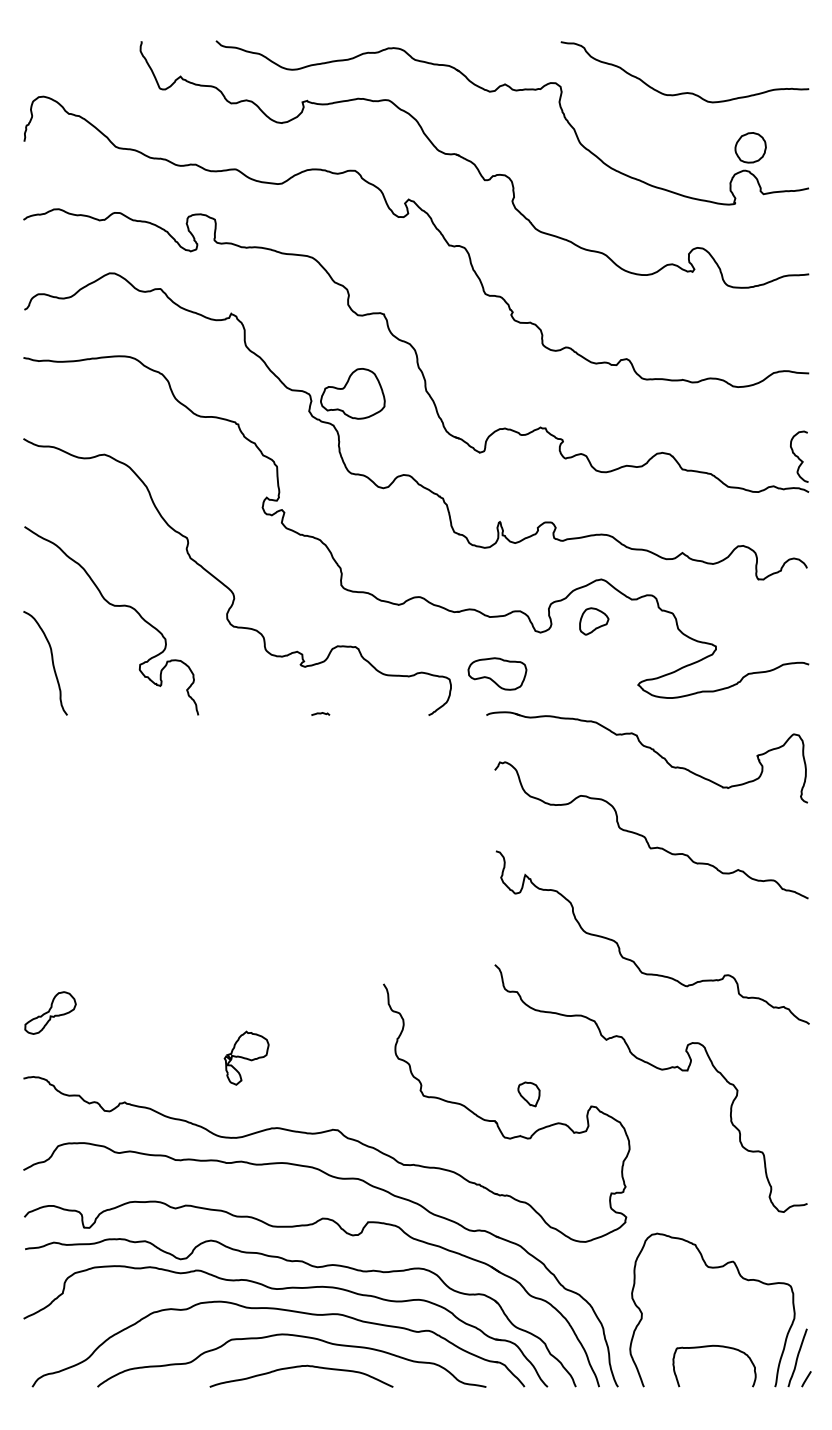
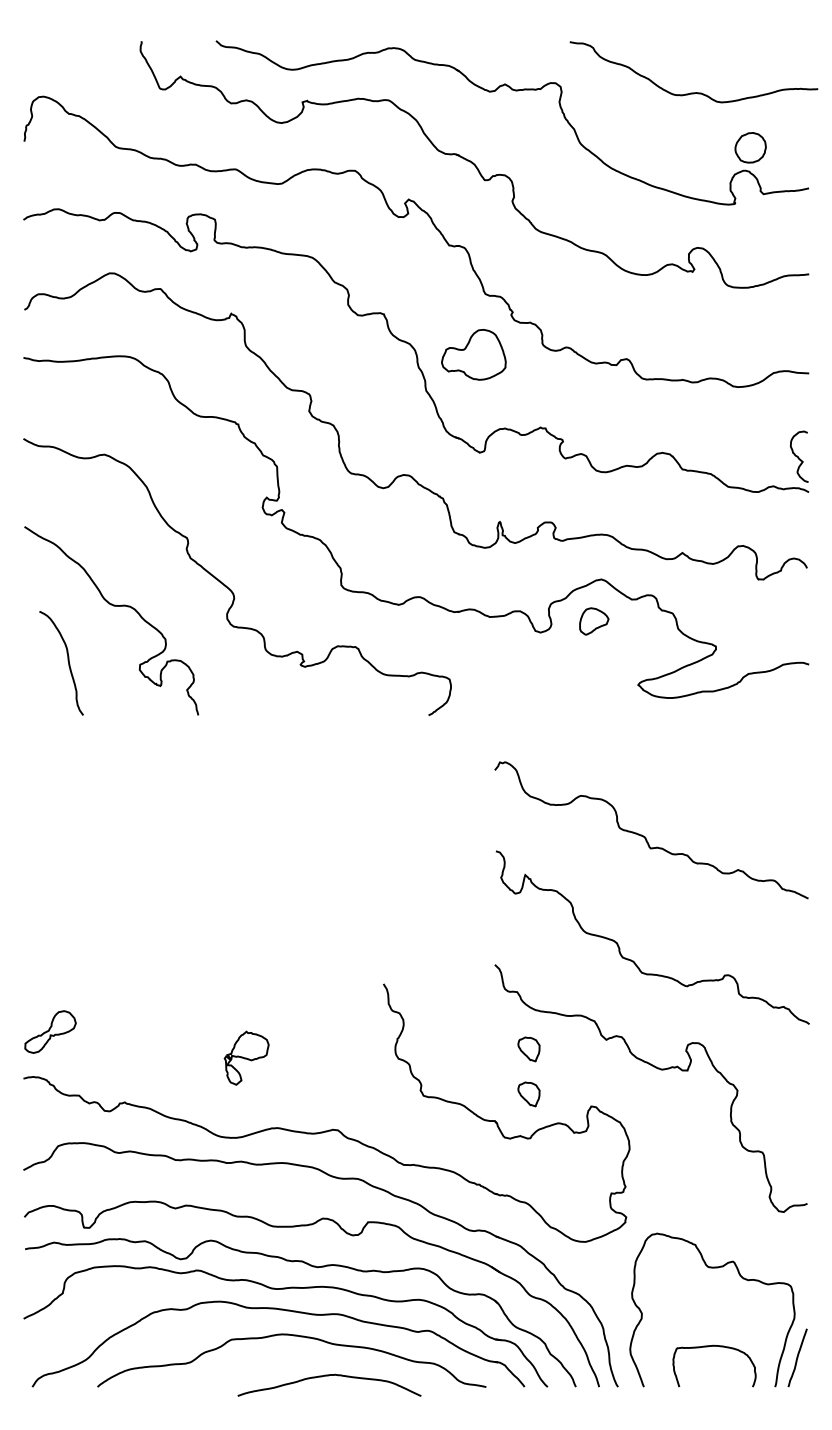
curve at (684, 92) position: (684, 92) -> (693, 92)
part at (352, 393) position: (352, 393) -> (473, 354)
curve at (51, 660) position: (51, 660) -> (67, 660)
part at (497, 673): present -> none
line at (320, 713): present -> none
part at (650, 749): present -> none
part at (50, 1012) position: (50, 1012) -> (50, 1031)
part at (528, 1049): none -> present
curve at (301, 1367) position: (301, 1367) -> (329, 1376)
line at (806, 1379): present -> none
